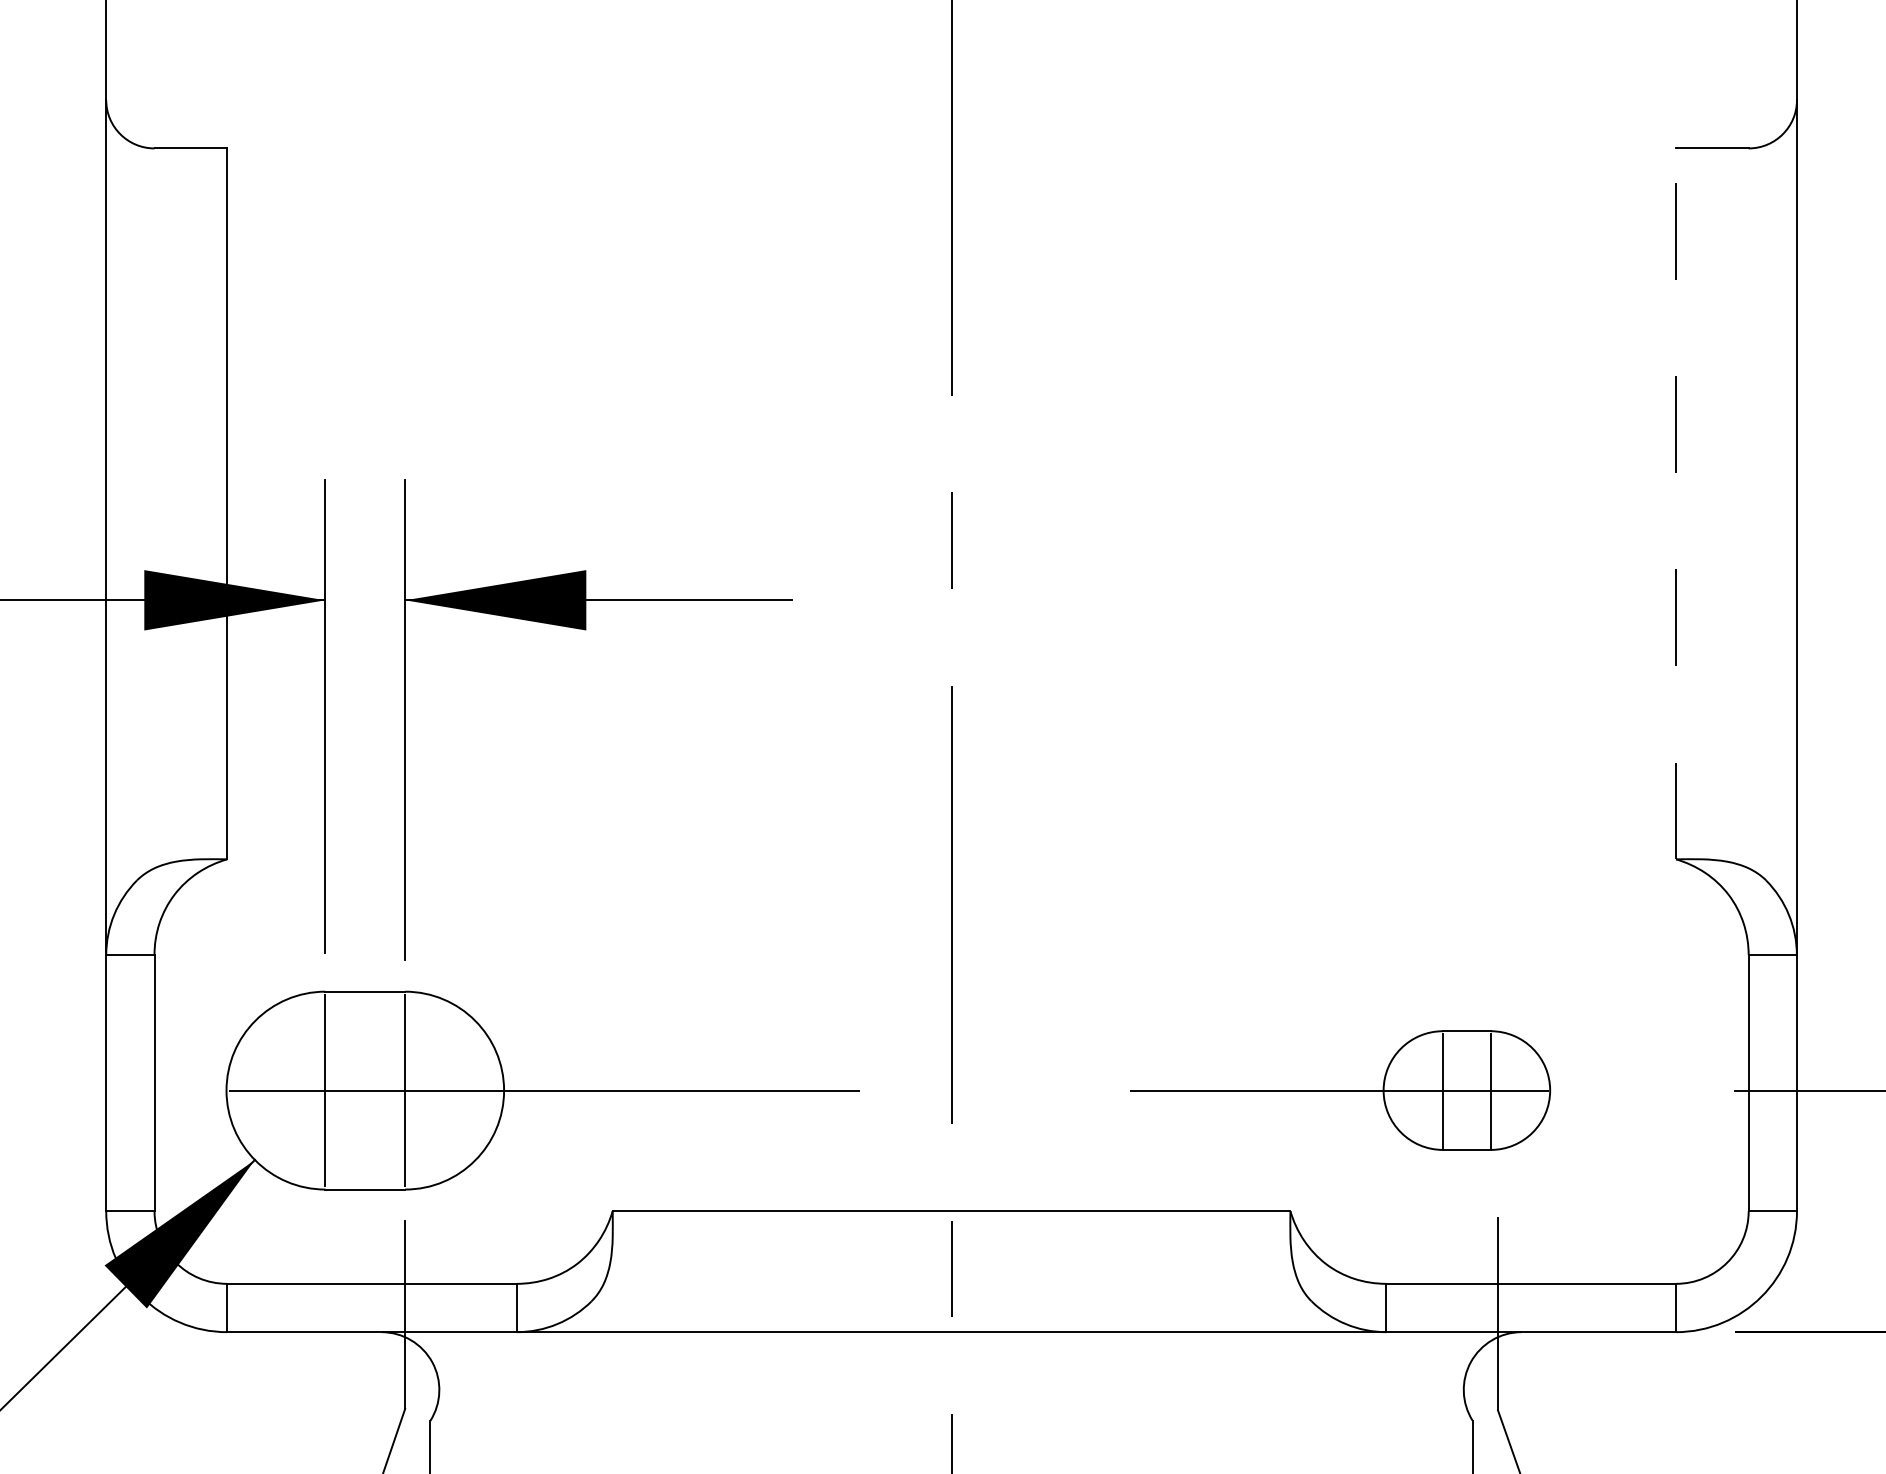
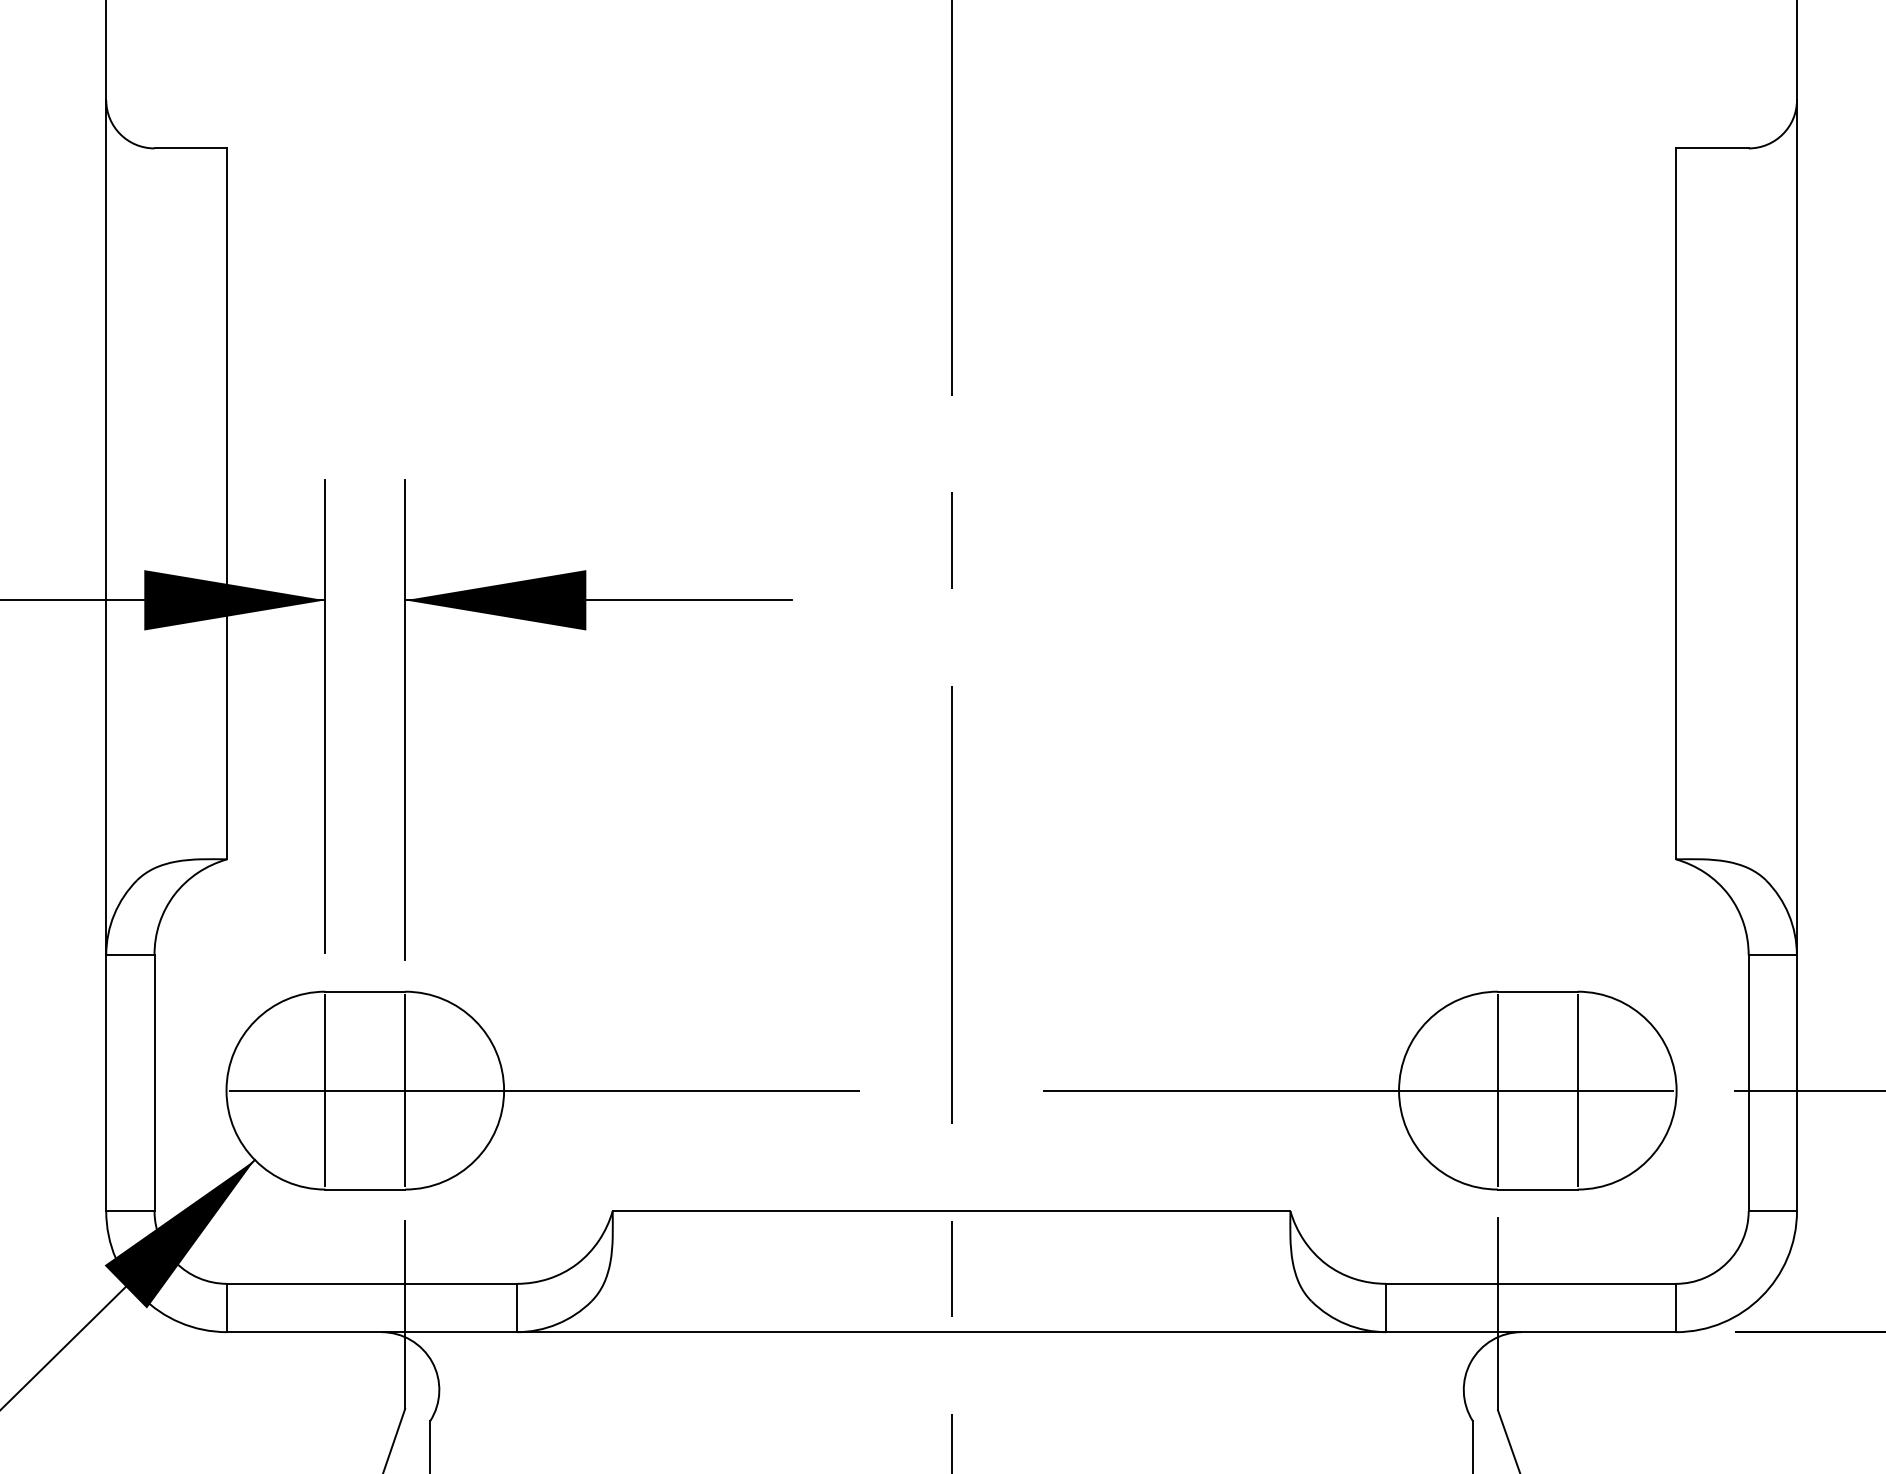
line at (1676, 503): dashed -> solid
part at (1357, 1090) size: 388x121 px -> 635x201 px
